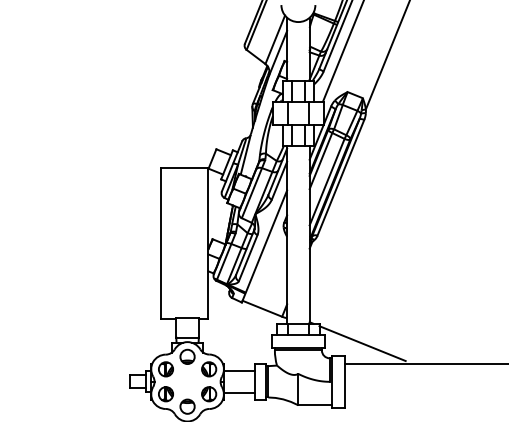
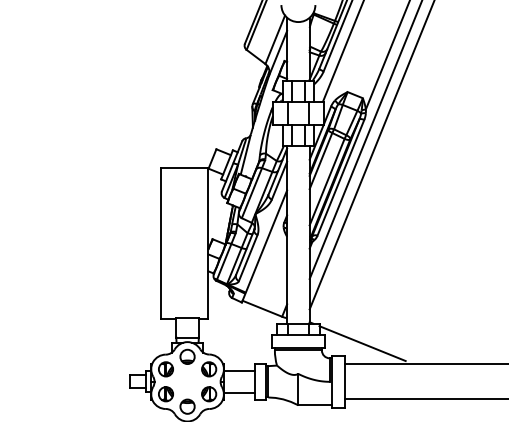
line at (365, 140): none -> present
line at (371, 155): none -> present
line at (425, 399): none -> present
